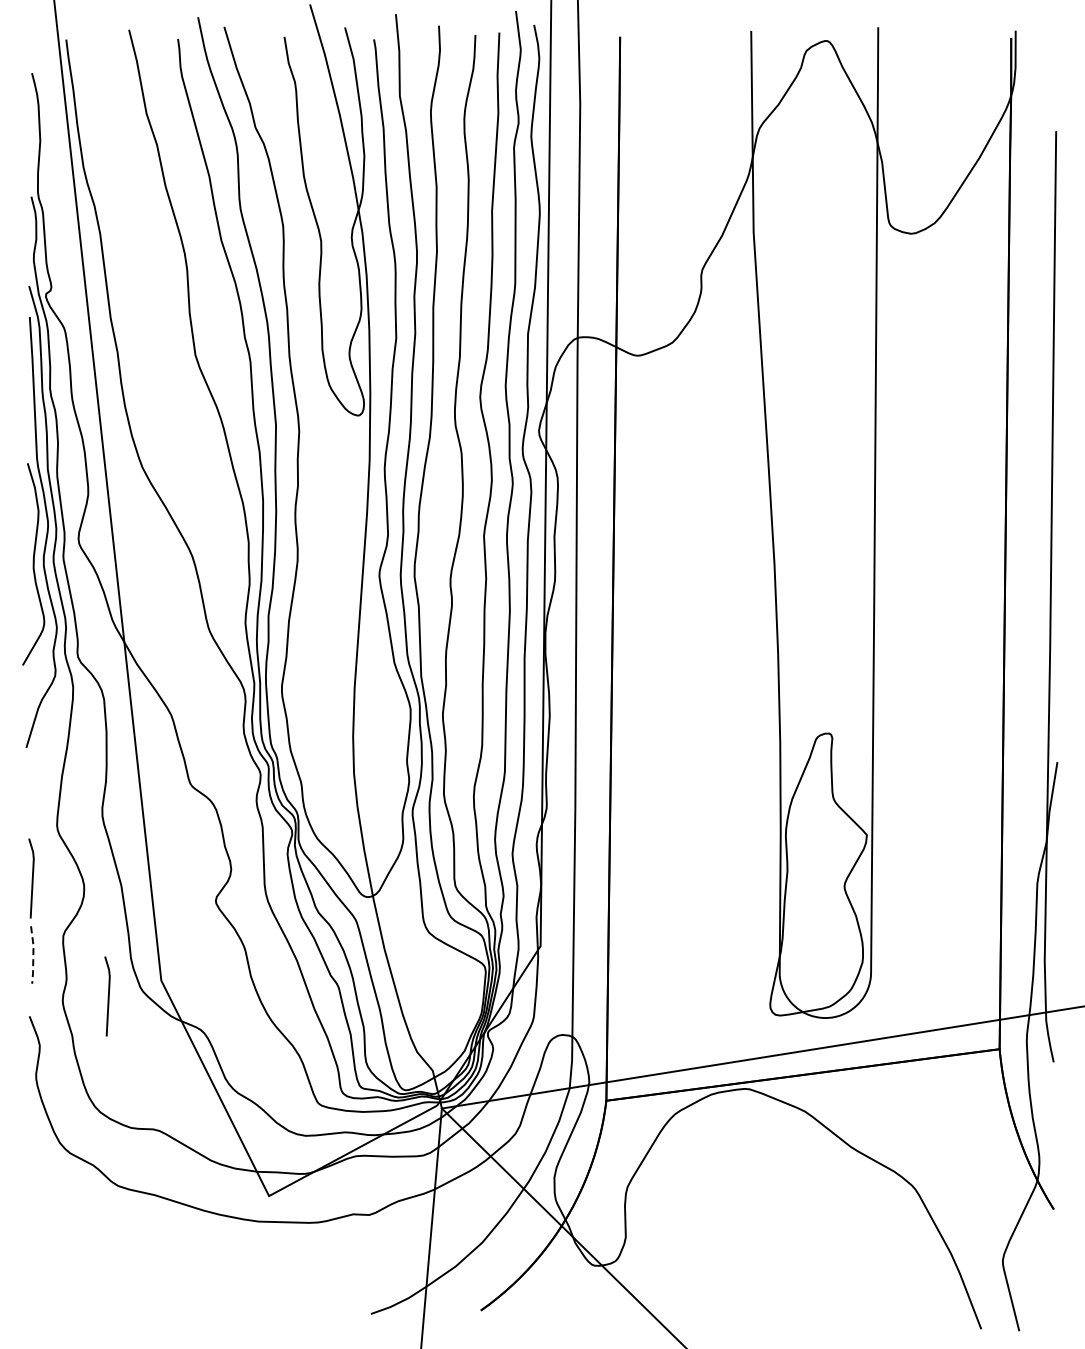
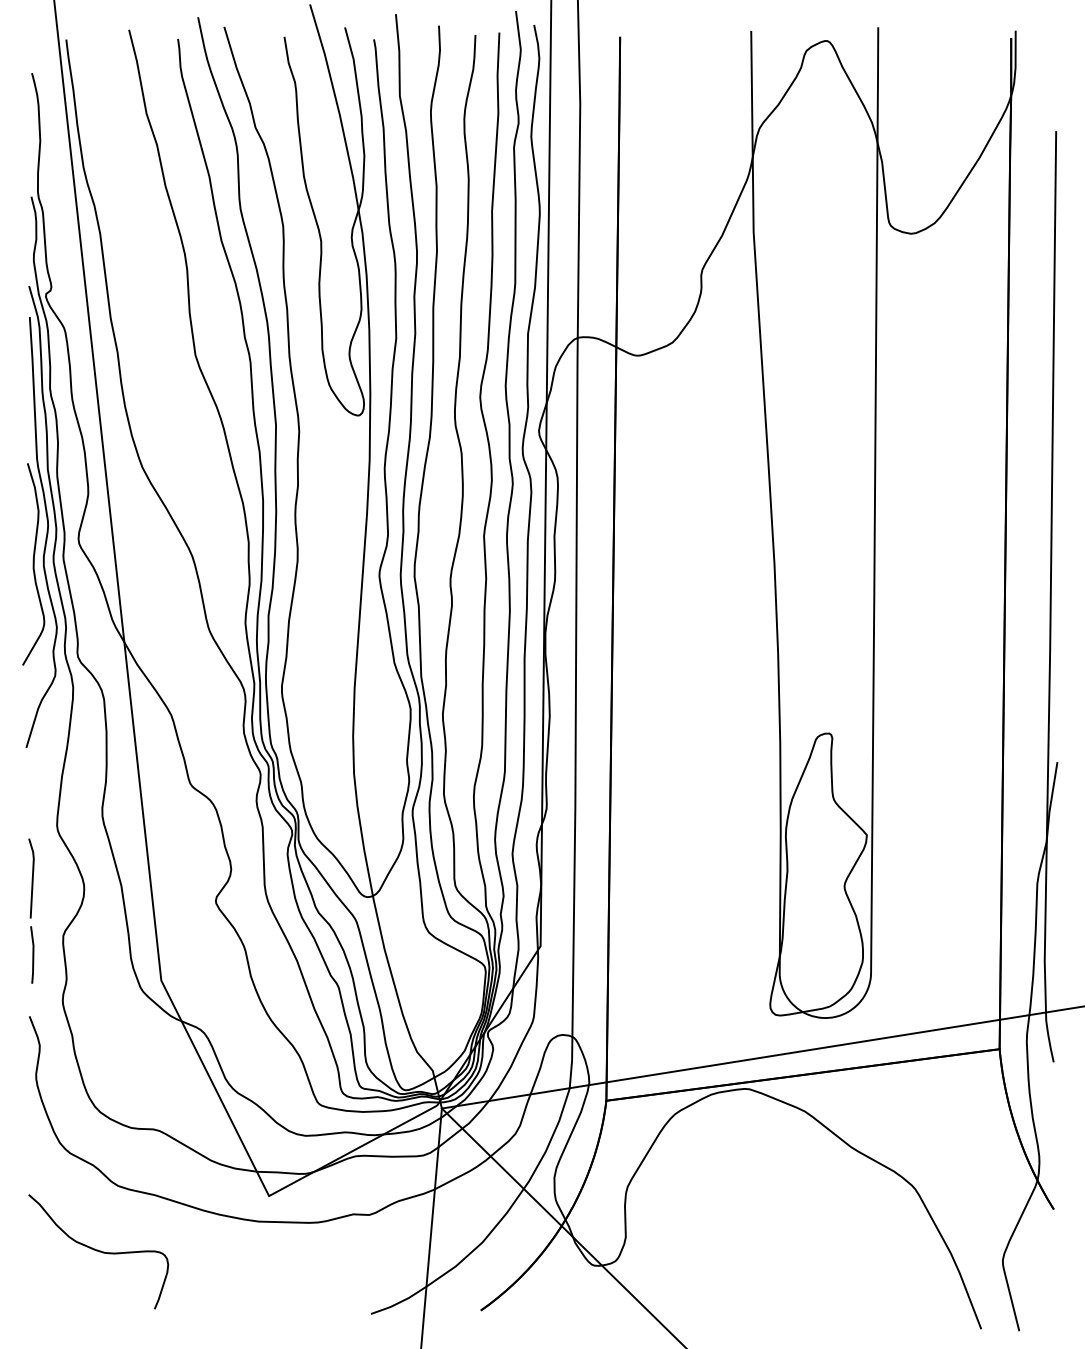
line at (33, 955): dashed -> solid
line at (107, 996): present -> none
curve at (98, 1251): none -> present
